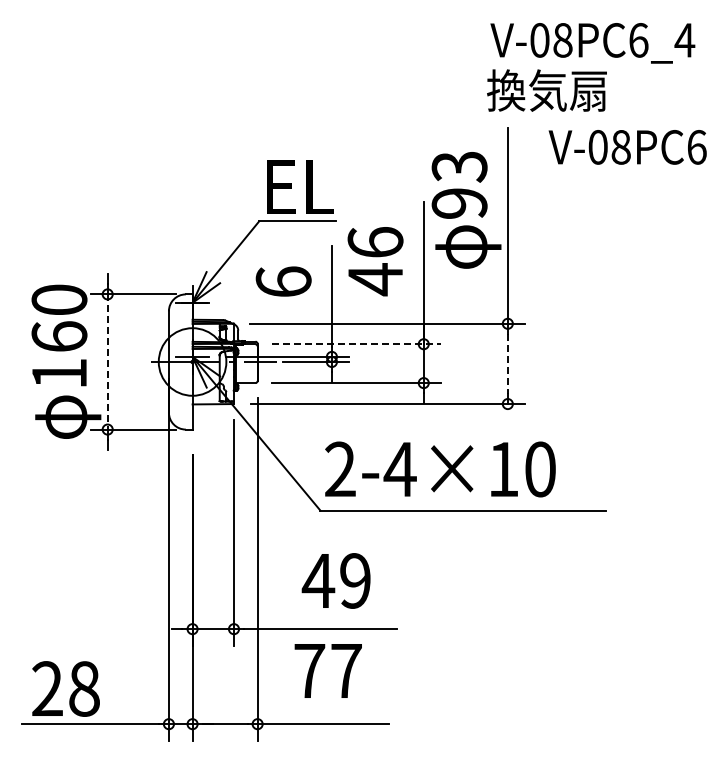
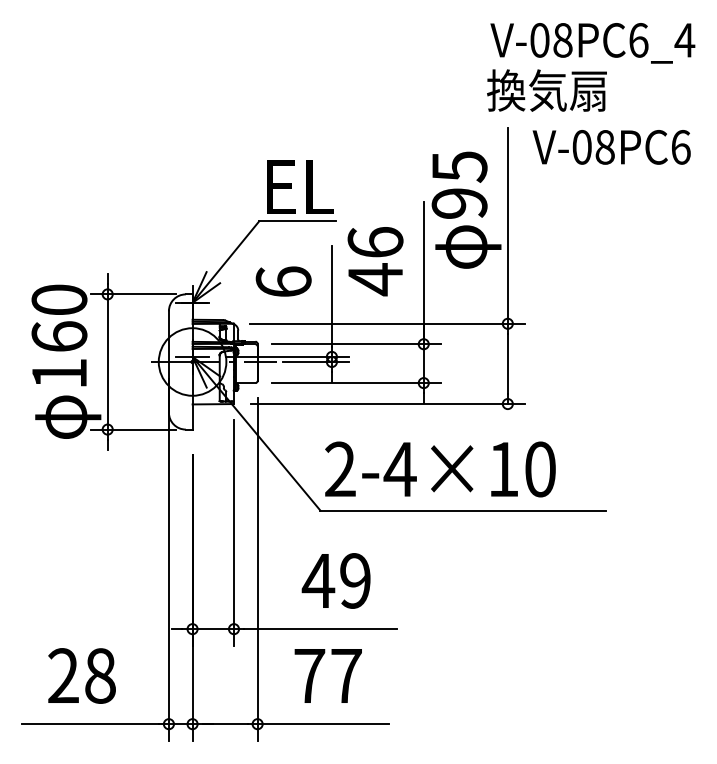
text at (627, 147) position: (627, 147) -> (611, 147)
text at (459, 166): 93 -> 95
line at (357, 344): dashed -> solid
line at (107, 362): dashed -> solid
line at (507, 363): dashed -> solid
text at (327, 670) position: (327, 670) -> (327, 675)
text at (65, 688) position: (65, 688) -> (81, 675)
